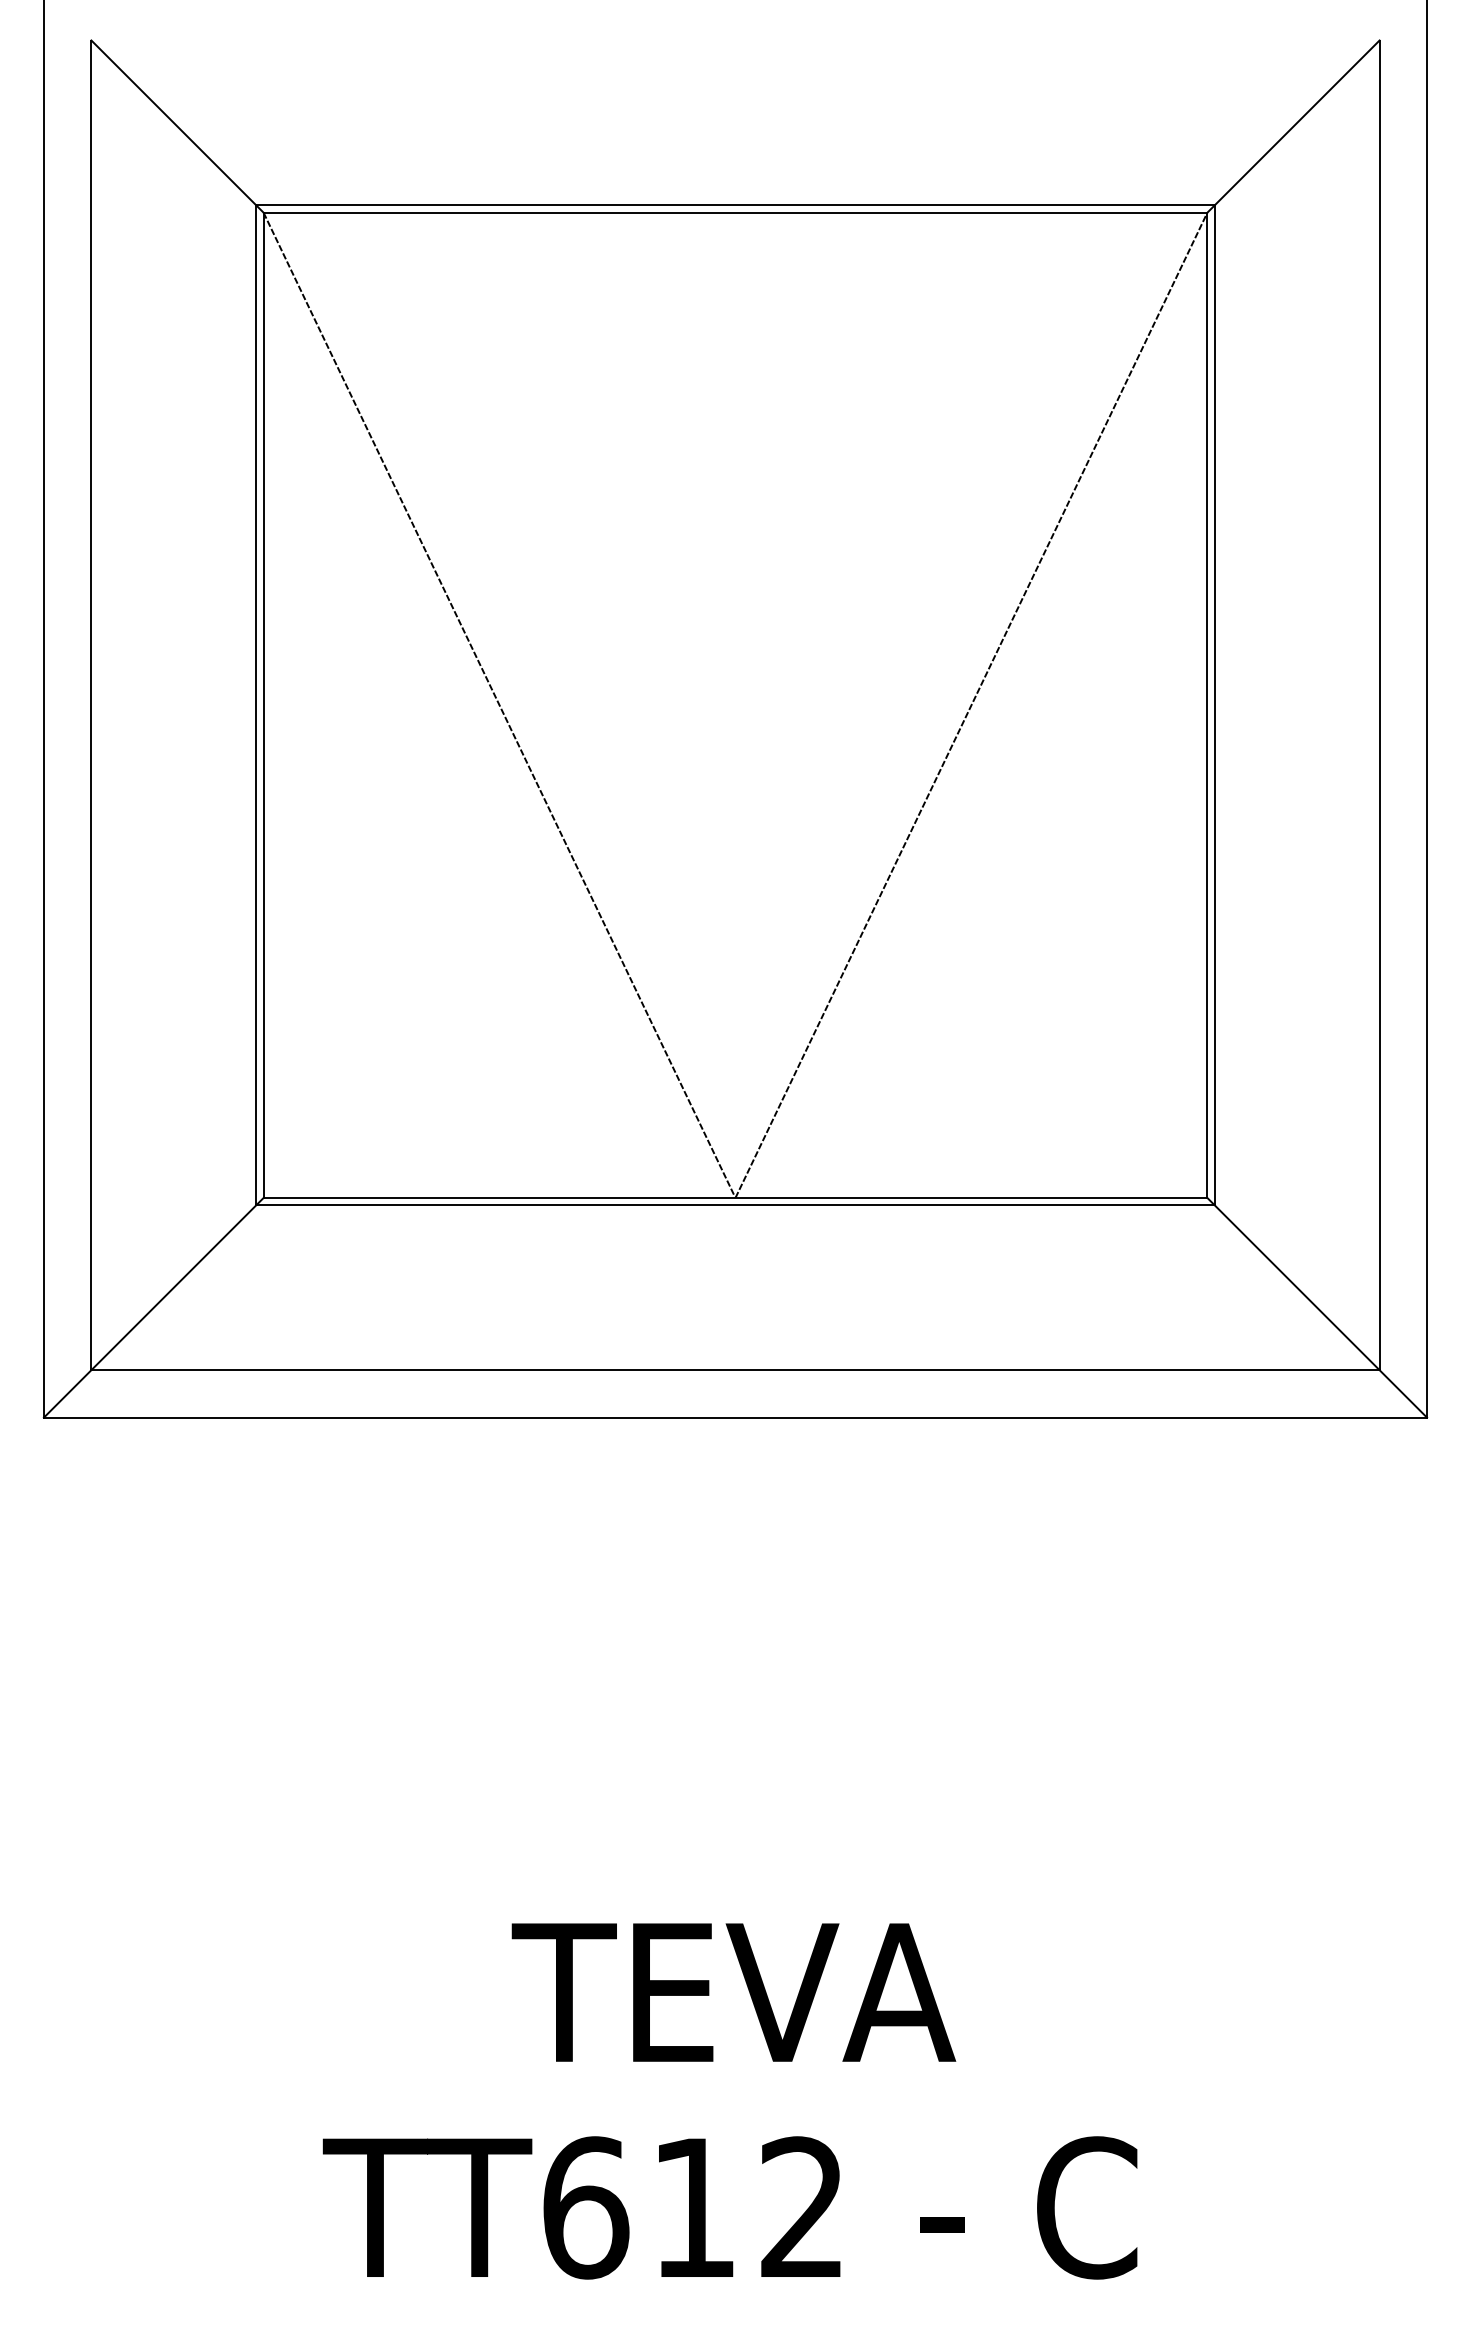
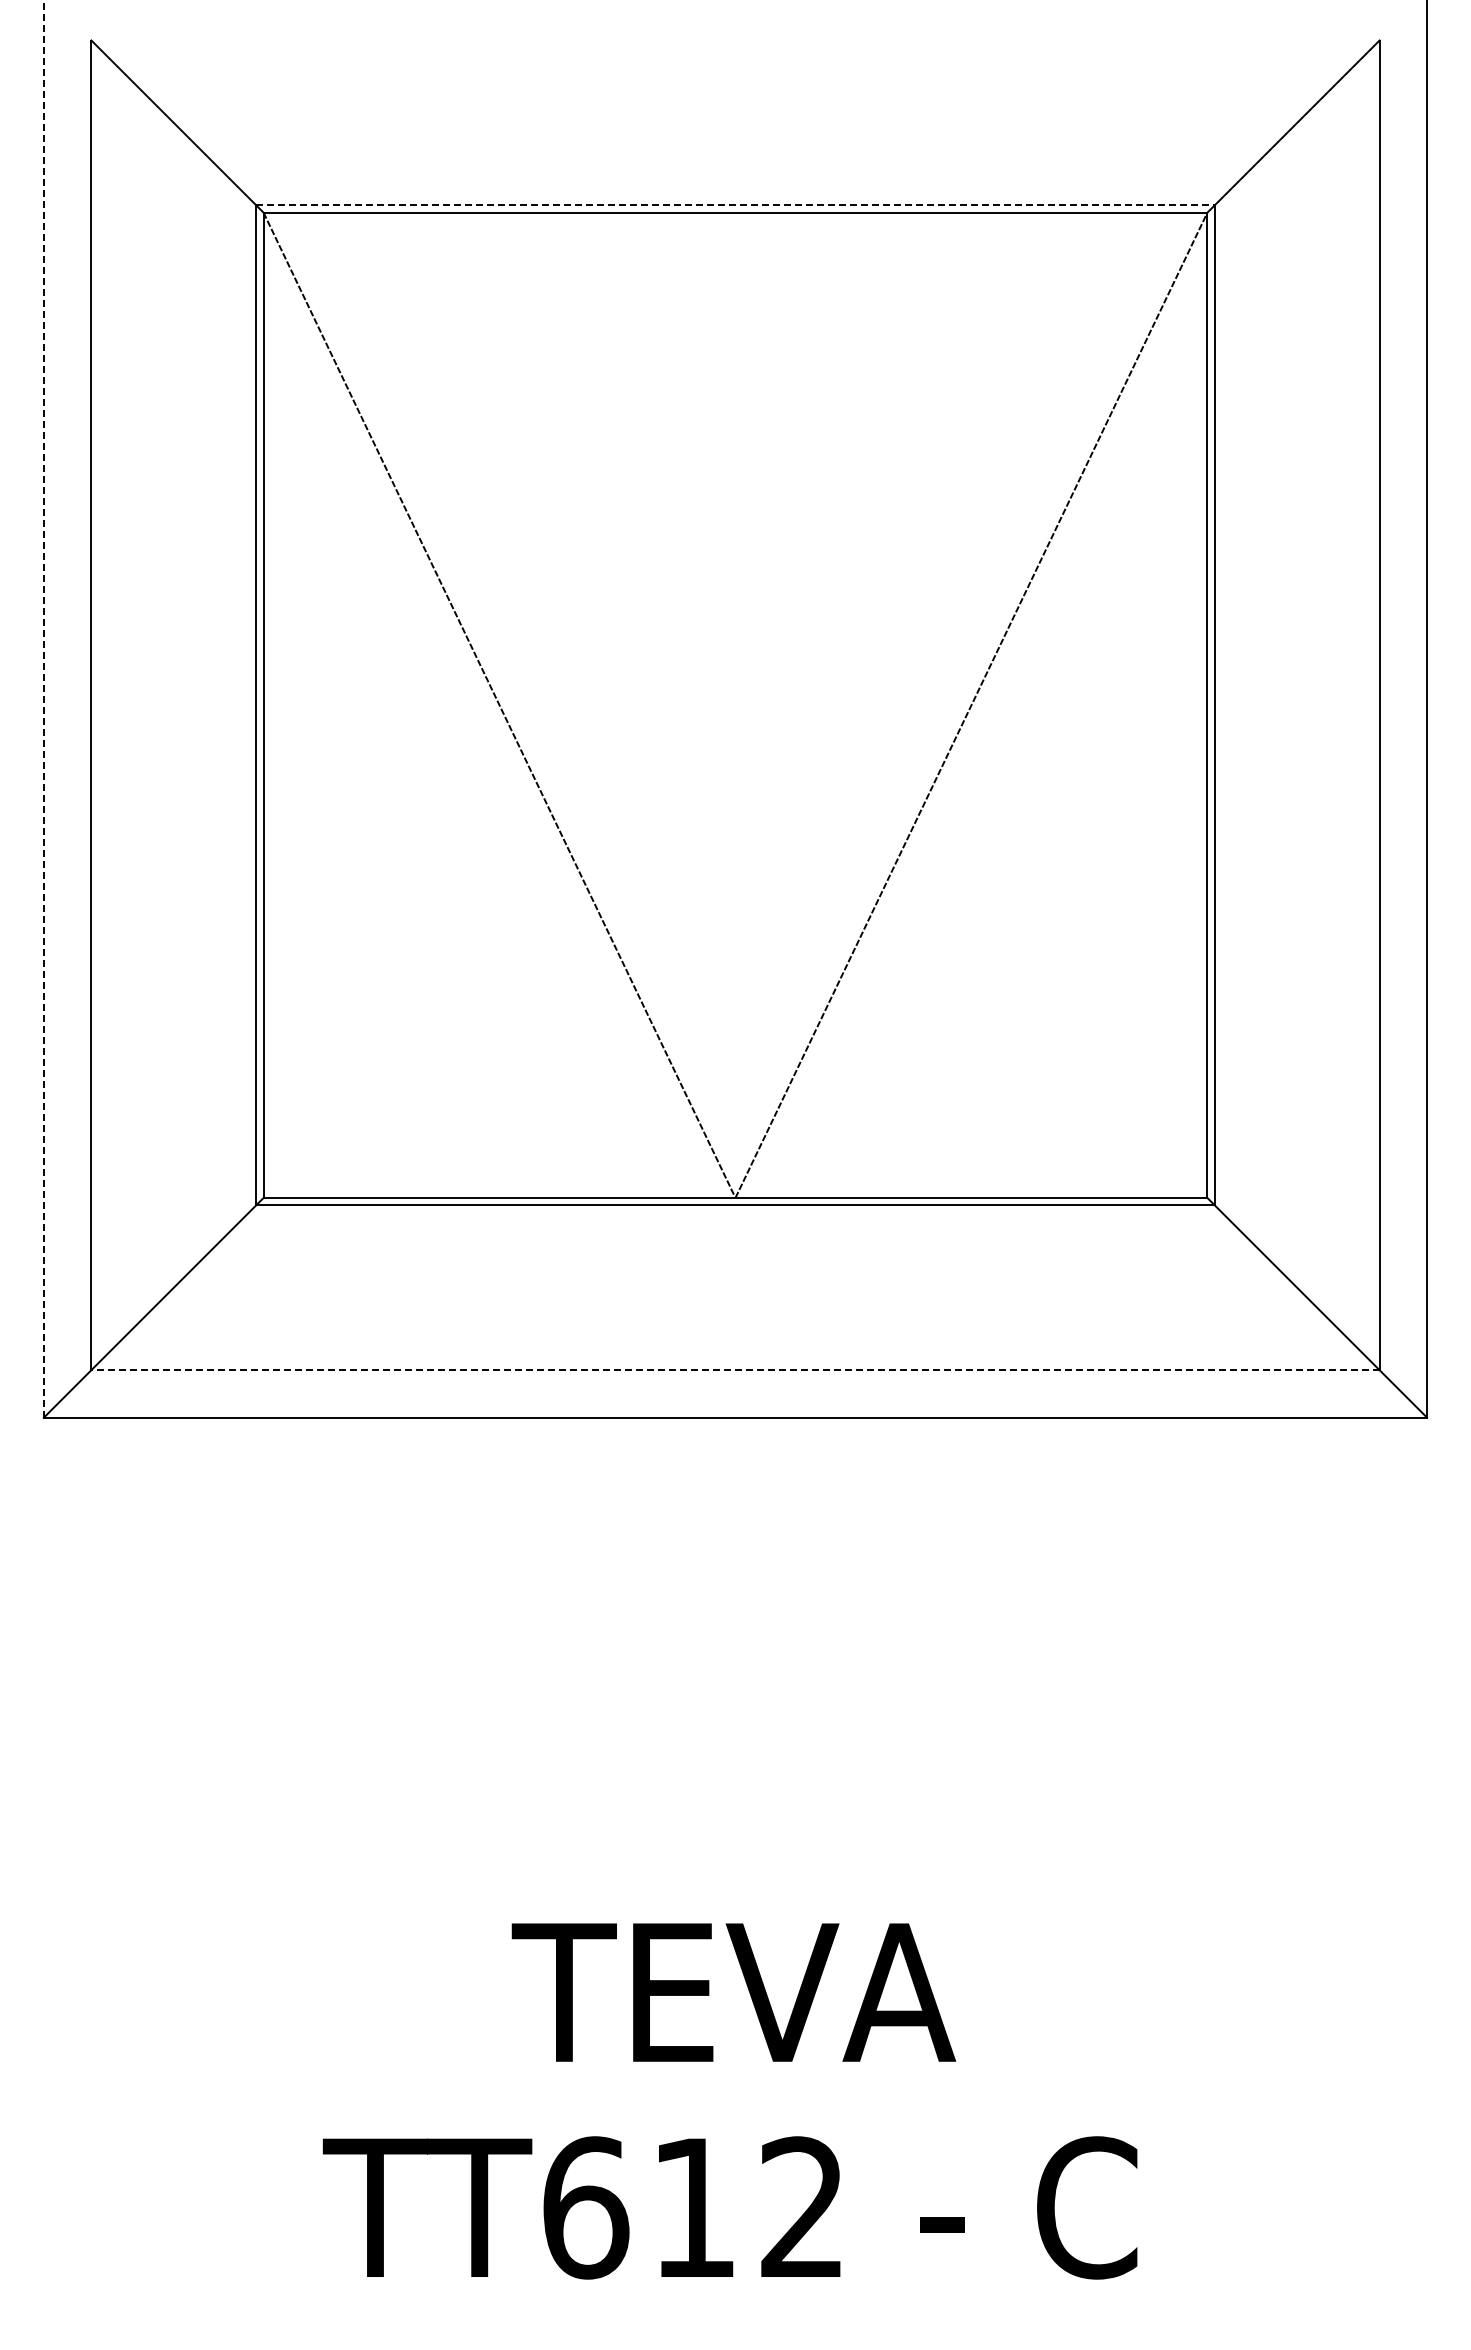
line at (736, 205): solid -> dashed
line at (43, 708): solid -> dashed
line at (735, 1370): solid -> dashed
